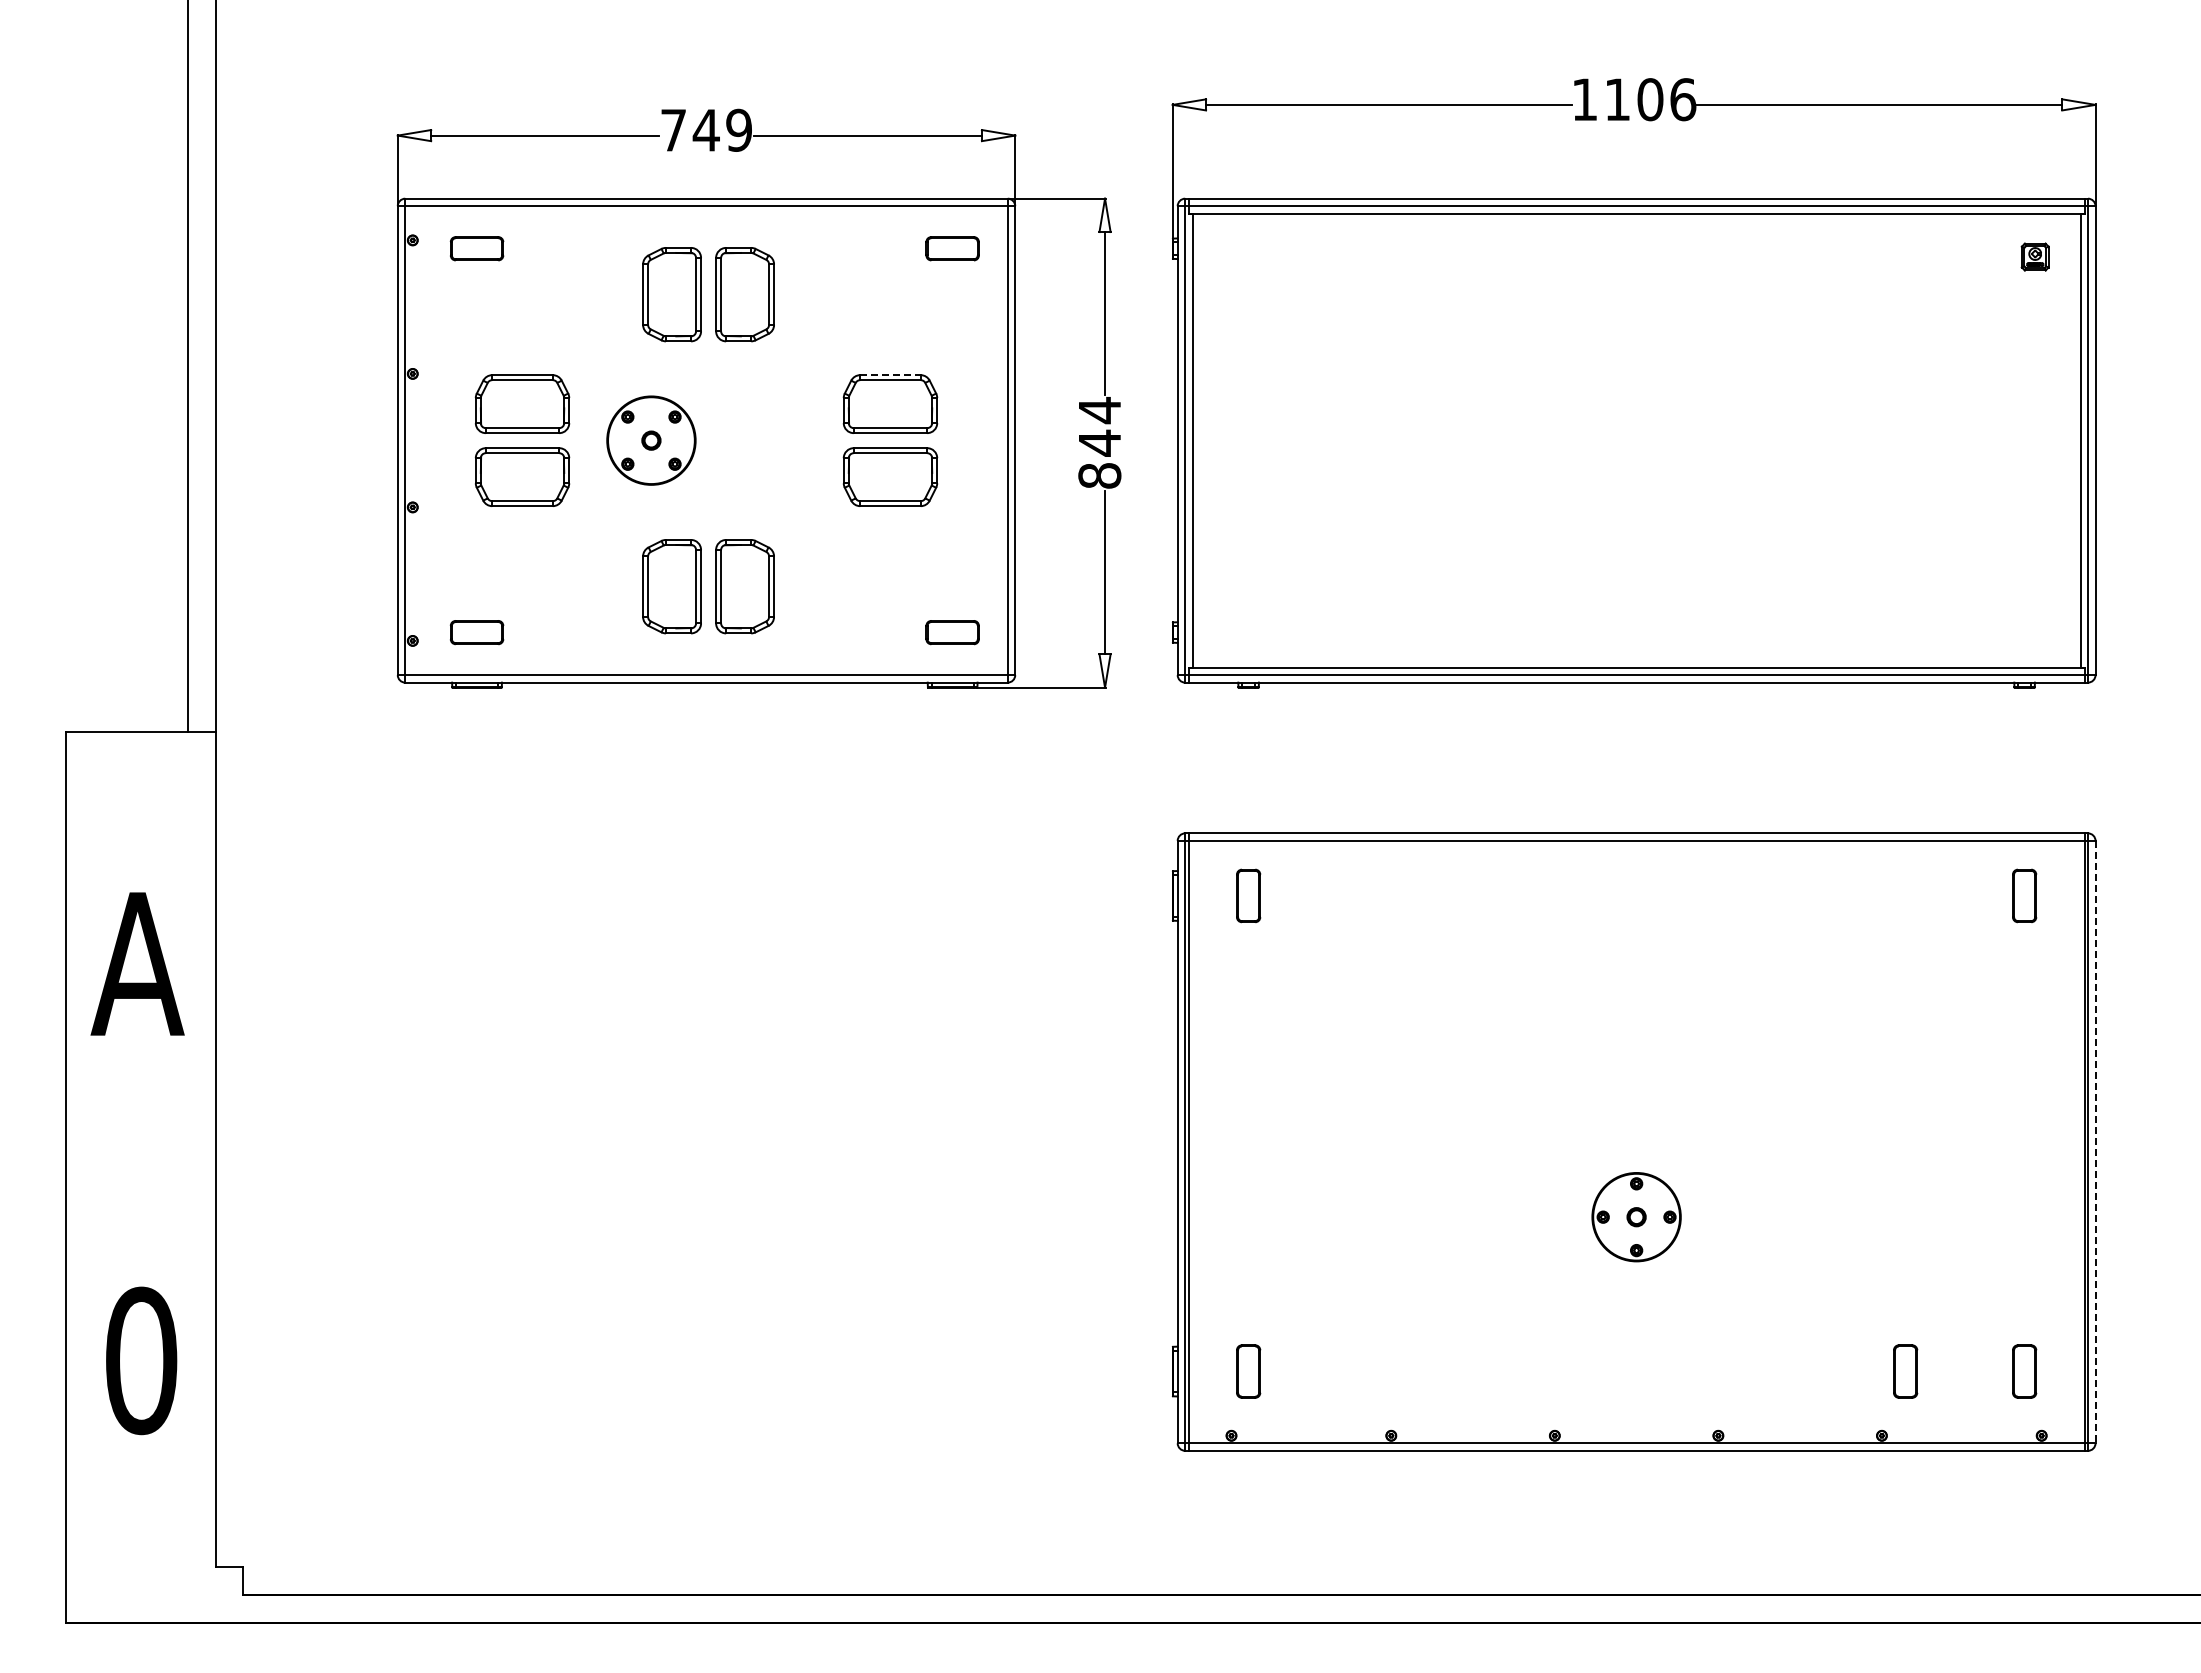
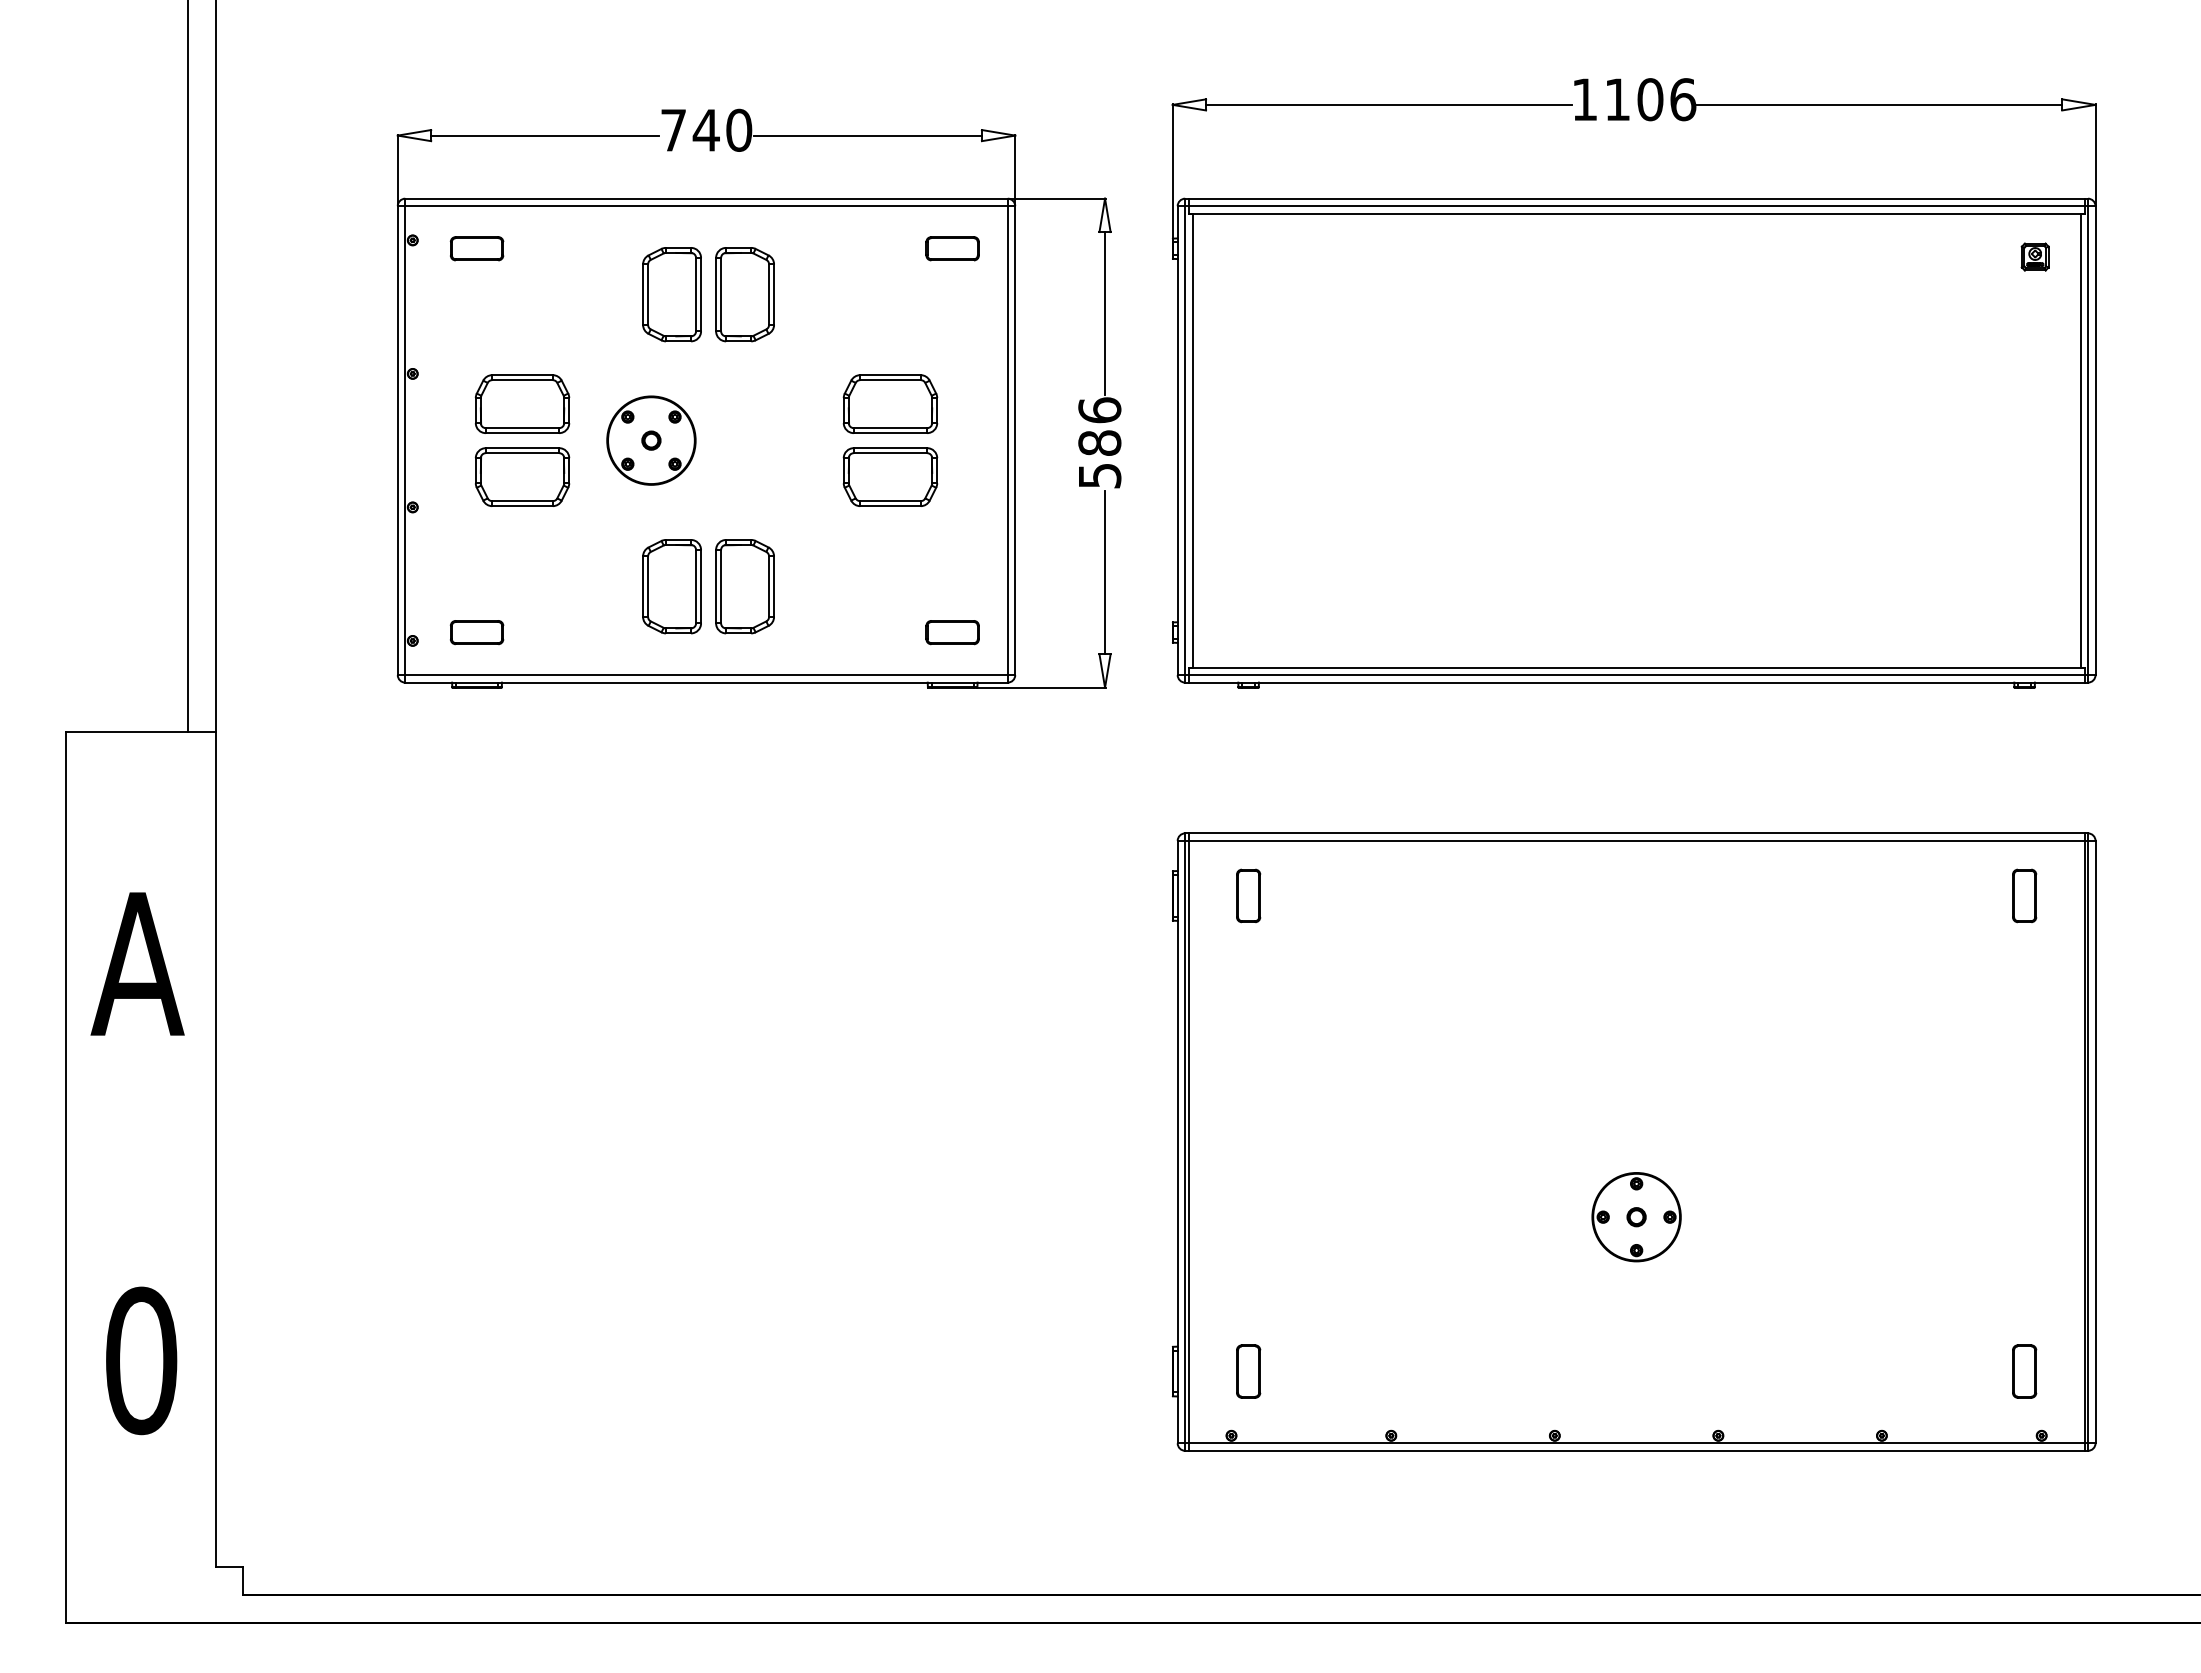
text at (739, 130): 749 -> 740
line at (890, 375): dashed -> solid
text at (1099, 442): 844 -> 586
line at (2095, 1142): dashed -> solid
part at (1905, 1371): present -> none
